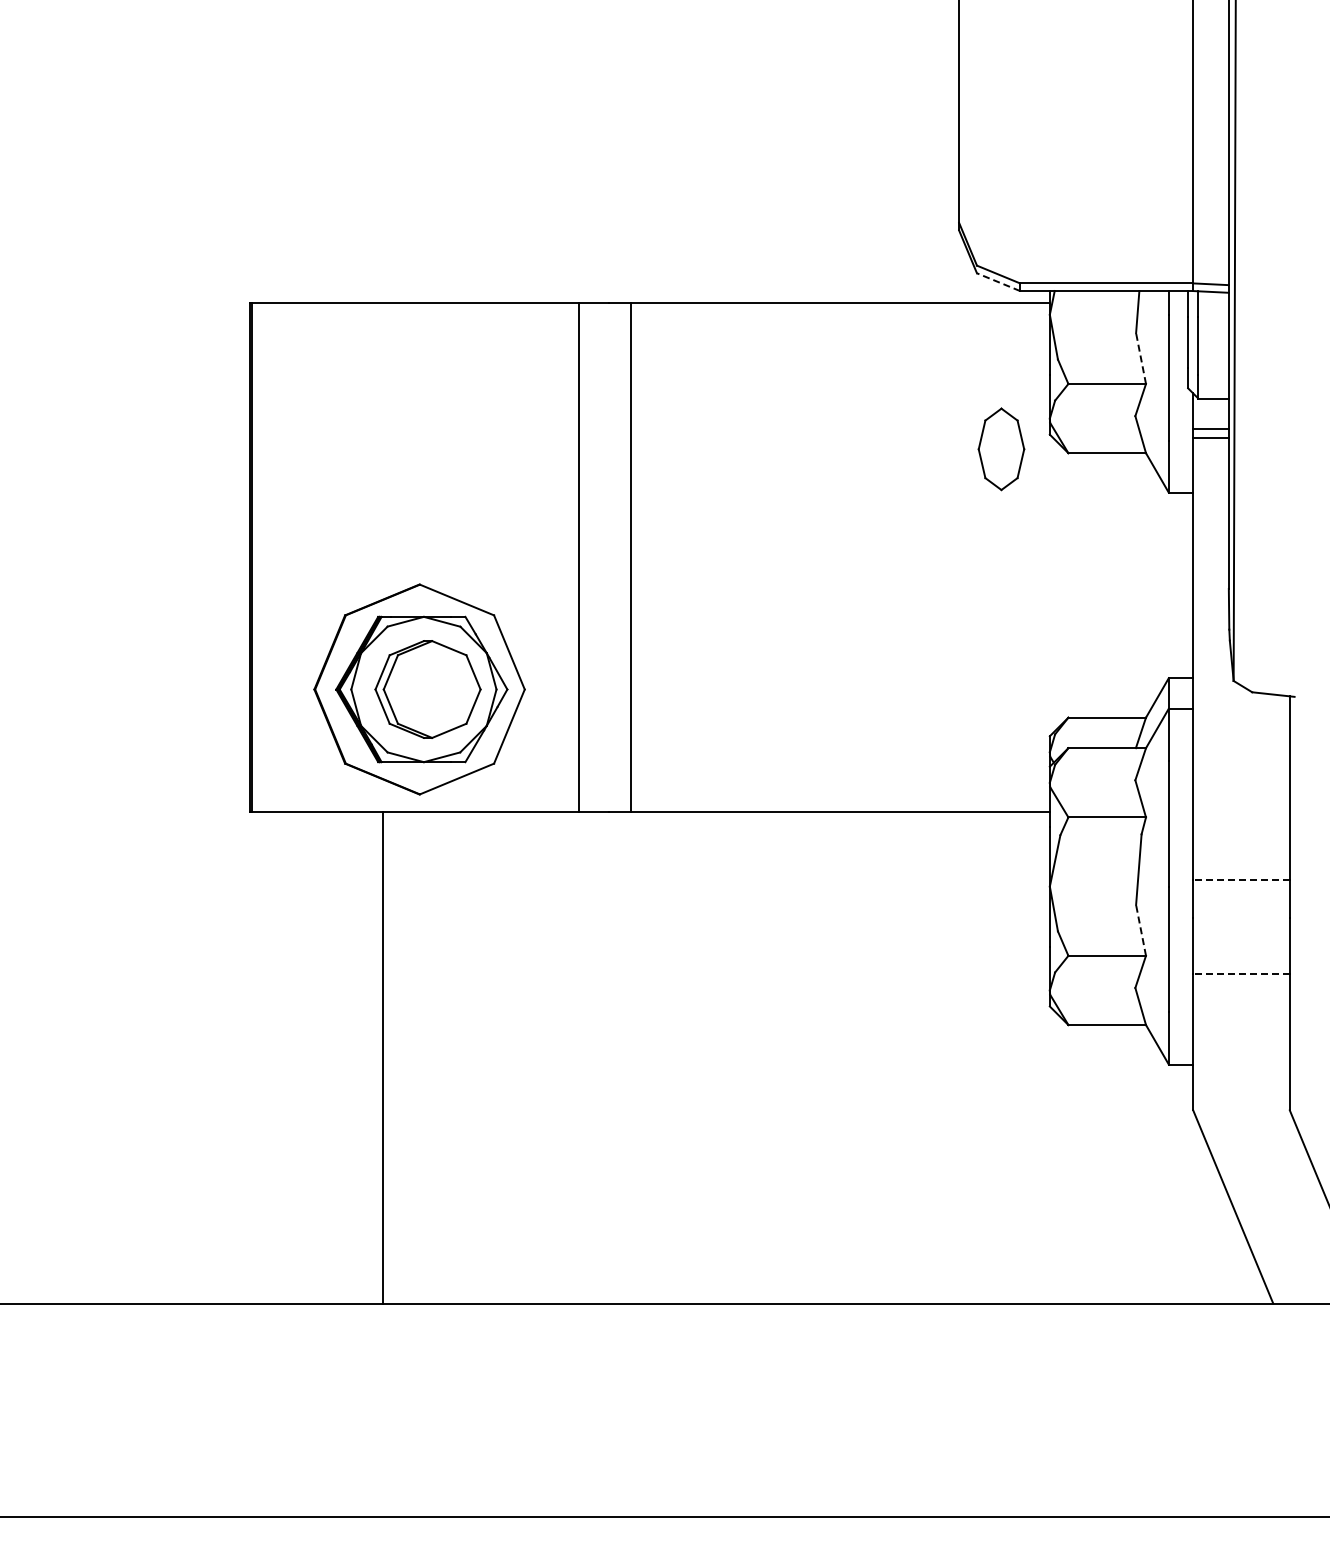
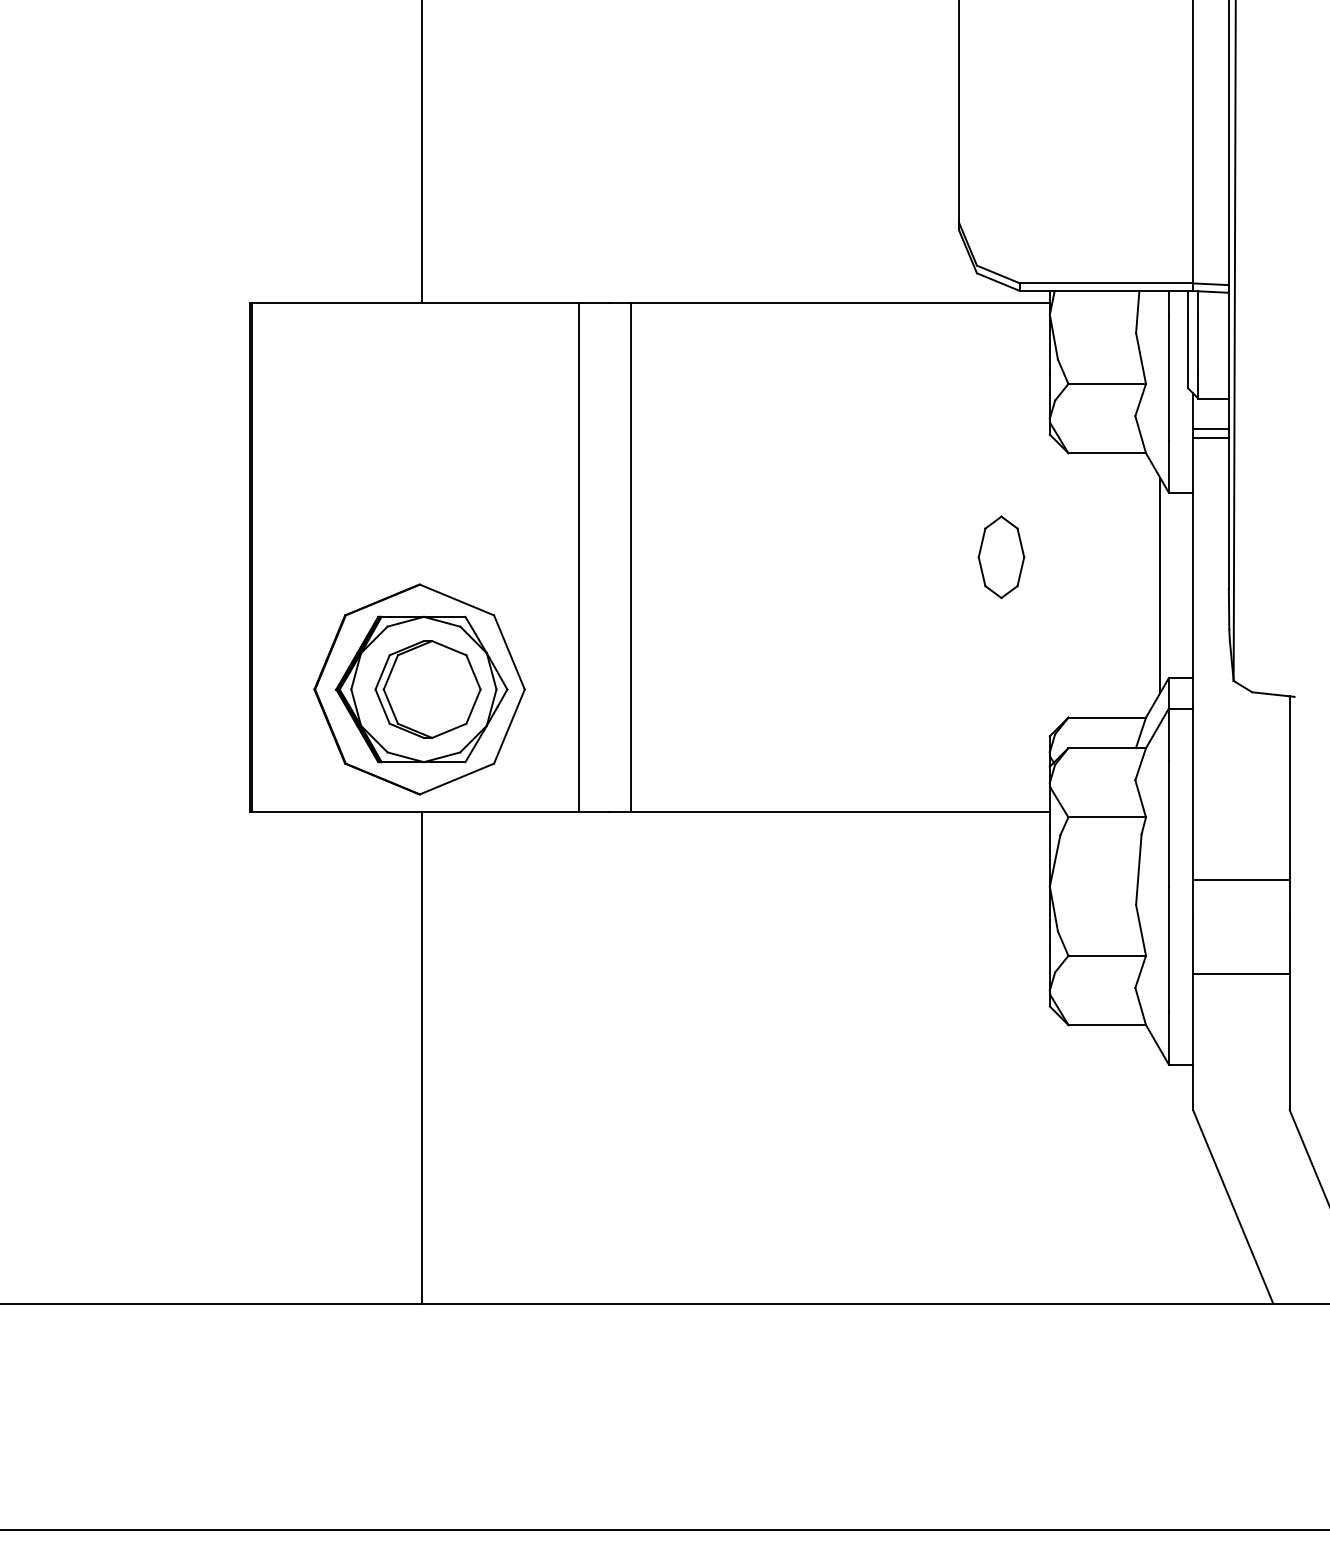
line at (421, 152): none -> present
line at (998, 281): dashed -> solid
line at (1141, 358): dashed -> solid
part at (1001, 449) position: (1001, 449) -> (1001, 557)
line at (1160, 585): none -> present
line at (1241, 880): dashed -> solid
line at (1141, 930): dashed -> solid
line at (1241, 973): dashed -> solid
line at (382, 1057) position: (382, 1057) -> (421, 1057)
line at (664, 1516) position: (664, 1516) -> (664, 1529)
